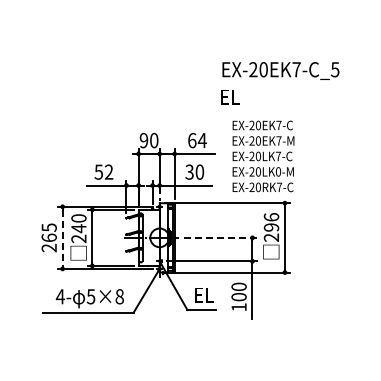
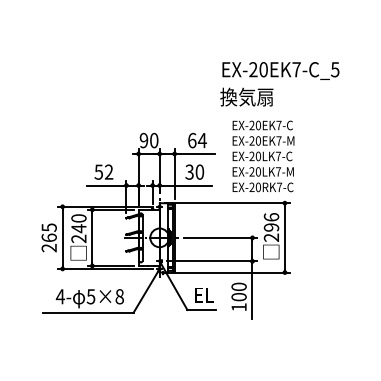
text at (246, 96): EL -> 換気扇
text at (278, 171): EX-20LK0-M -> EX-20LK7-M
line at (220, 237): dashed -> solid
line at (62, 238): dashed -> solid
